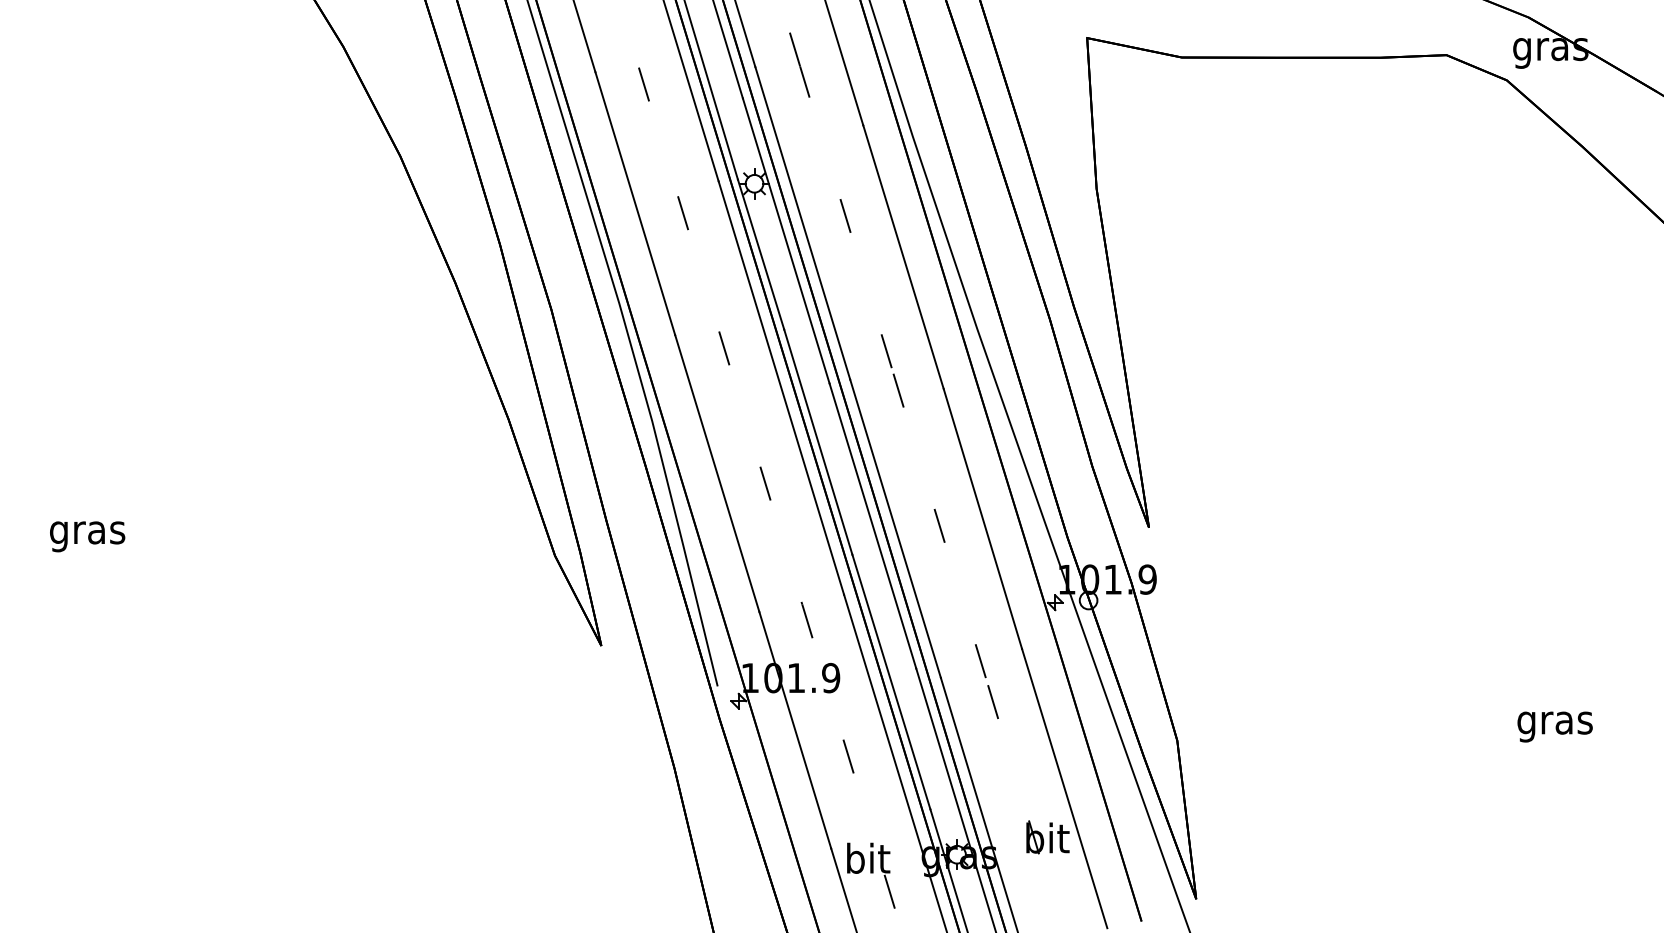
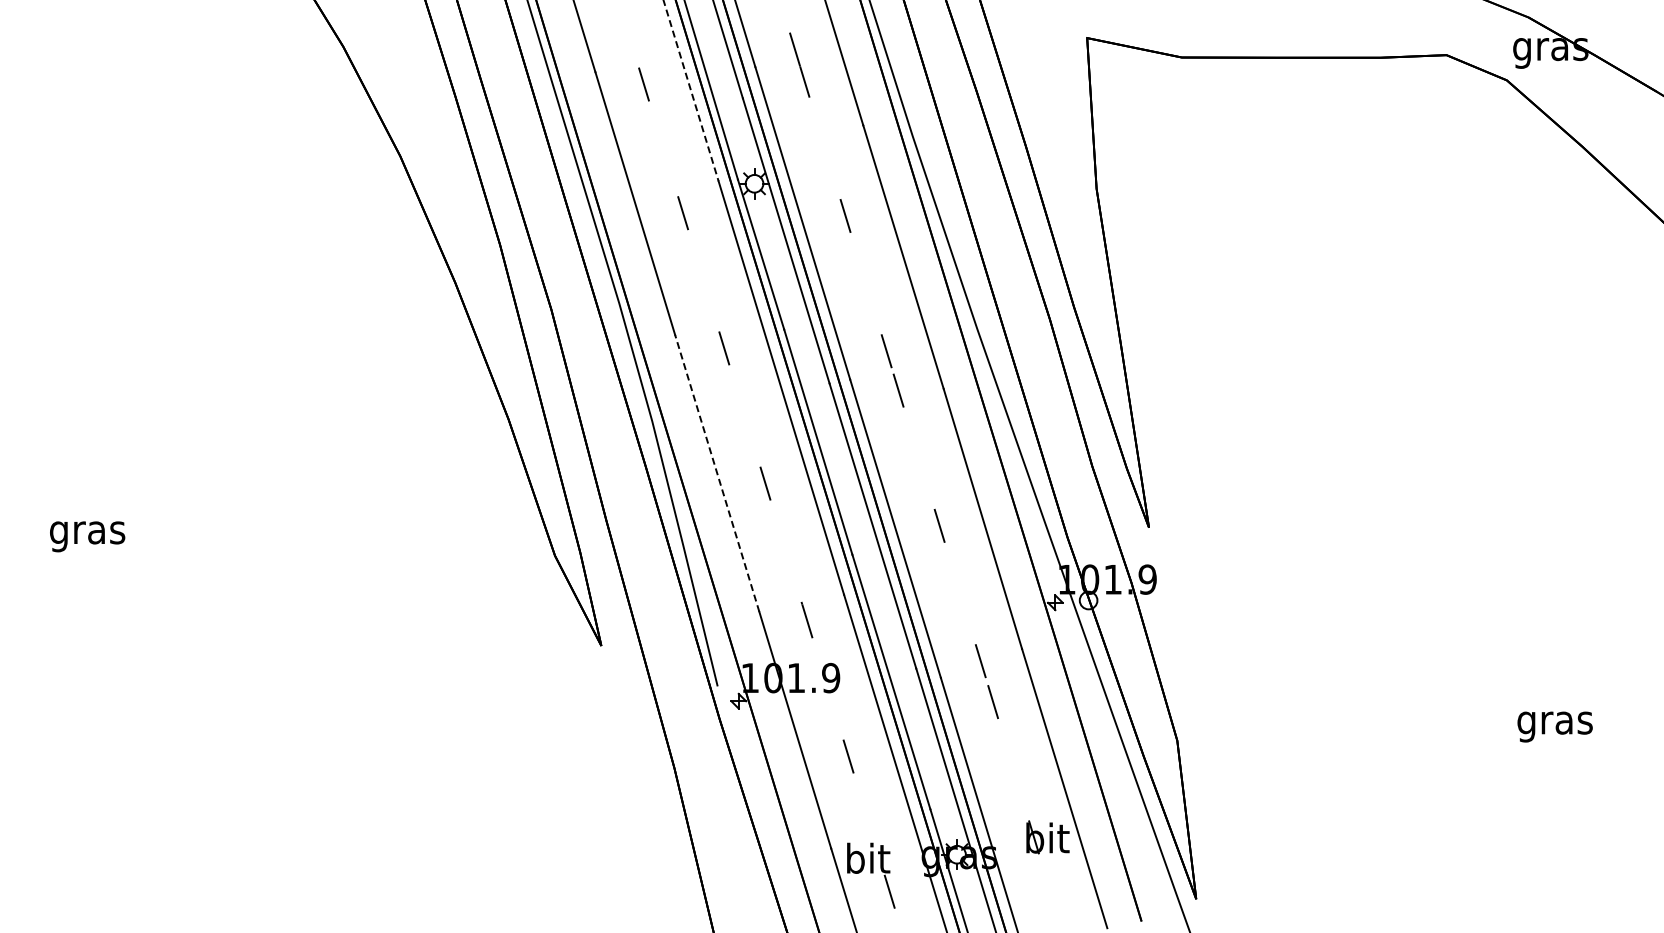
line at (691, 91): solid -> dashed
line at (717, 473): solid -> dashed
